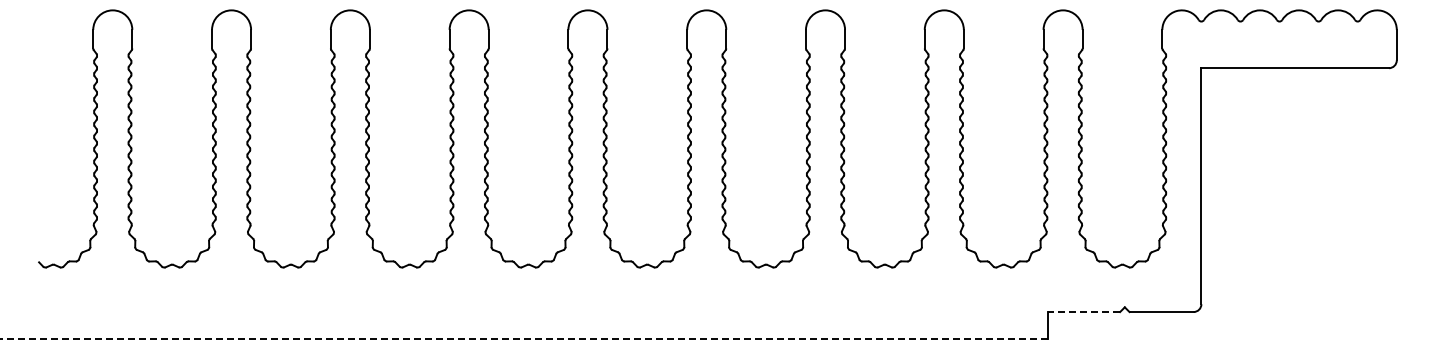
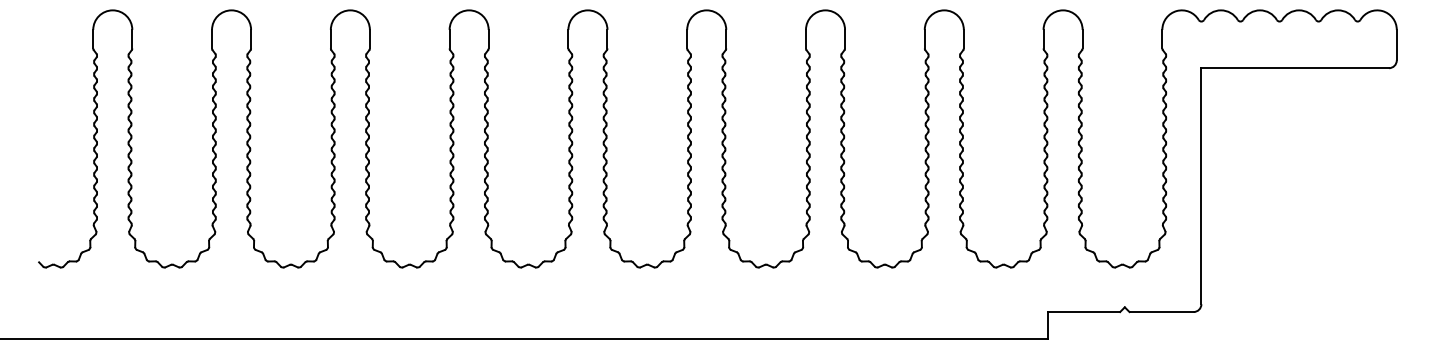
line at (1084, 312): dashed -> solid
line at (524, 338): dashed -> solid
